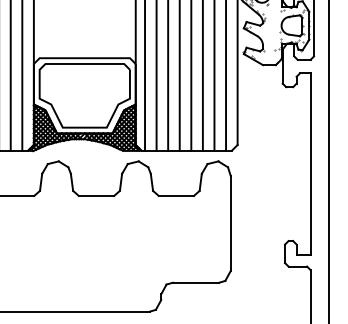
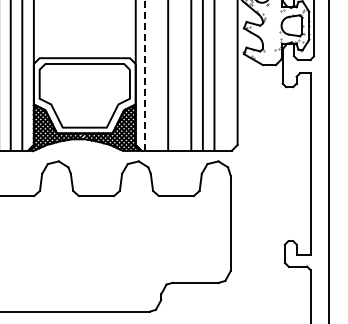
line at (145, 75): solid -> dashed
line at (156, 76): present -> none
line at (179, 76): present -> none
line at (226, 76): present -> none
